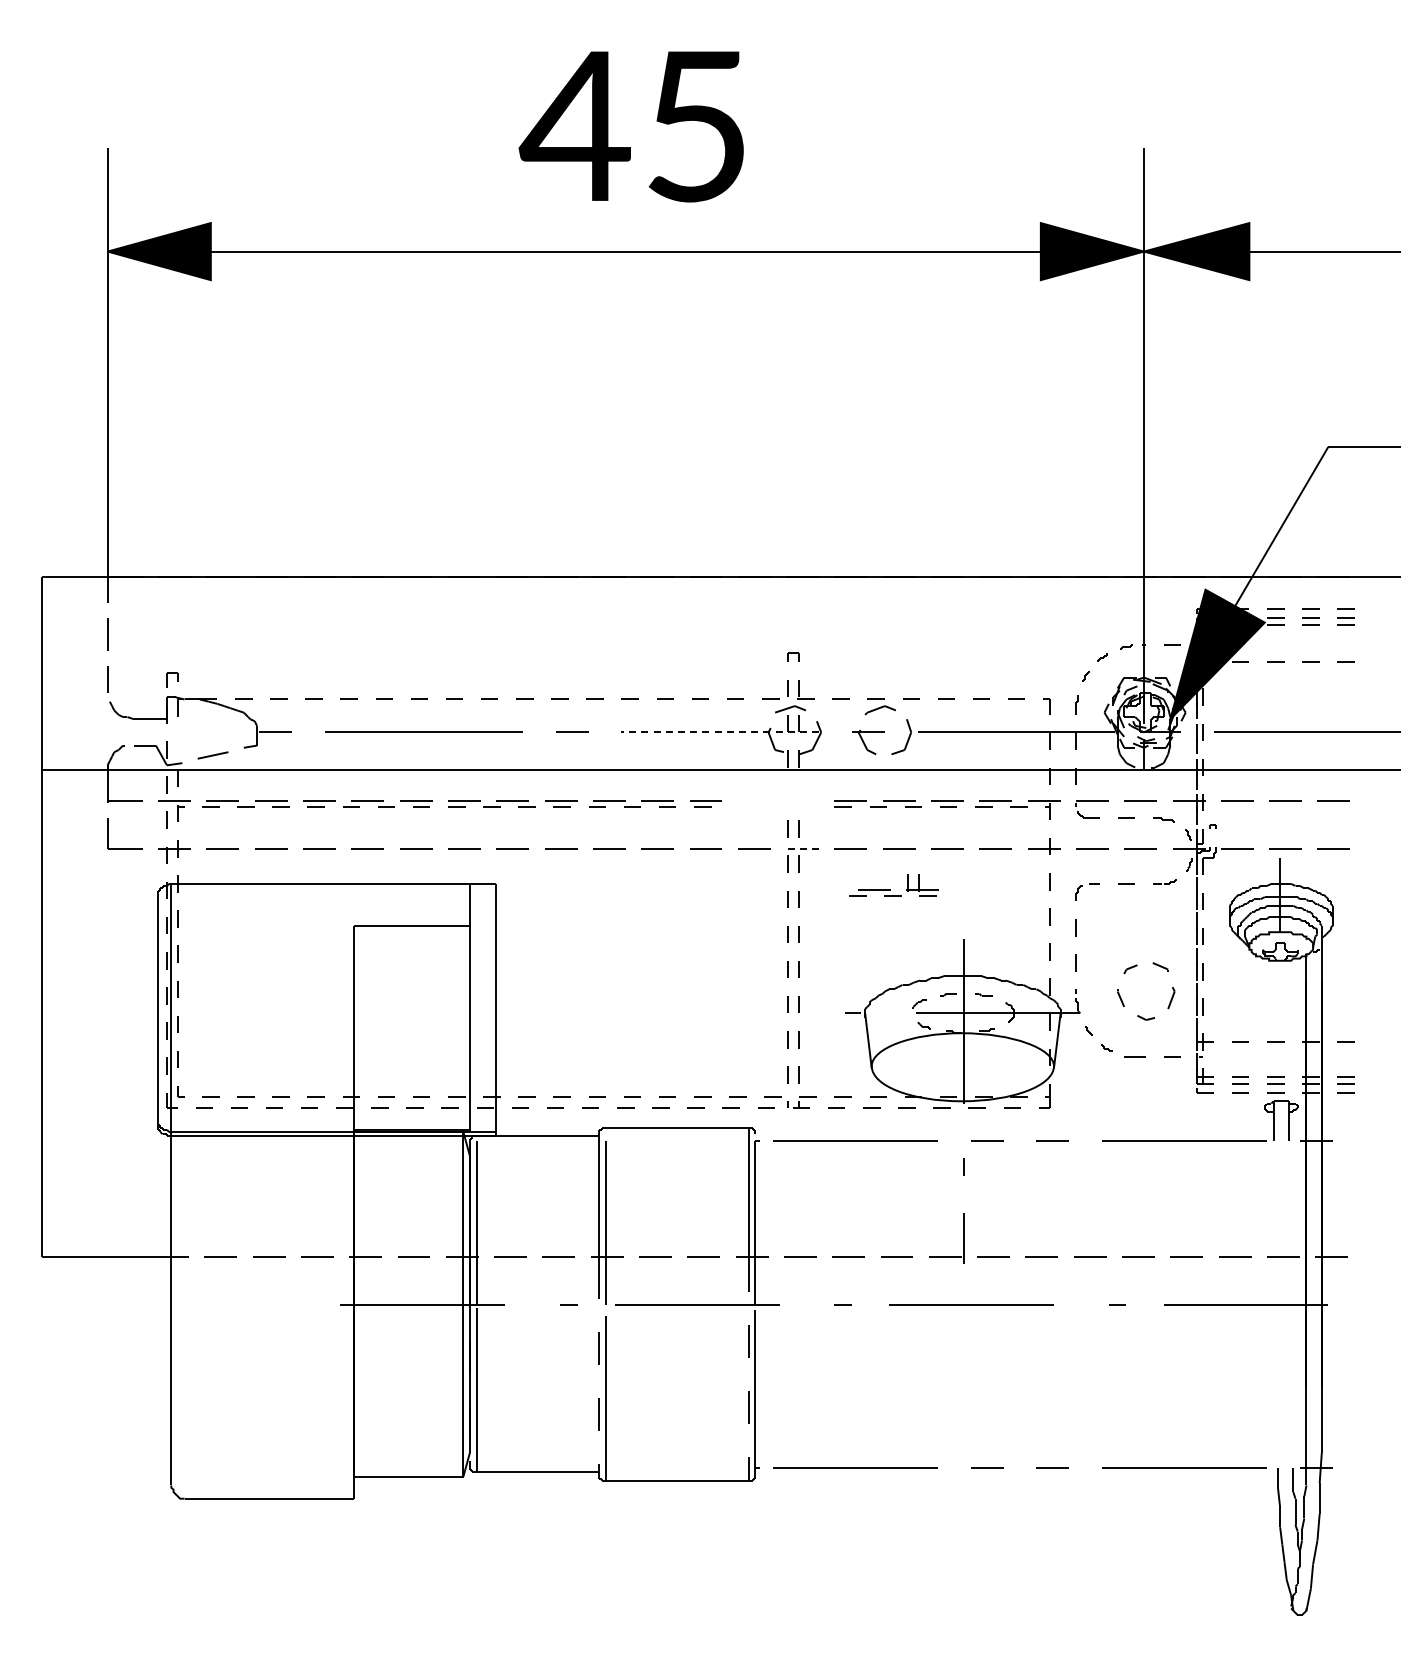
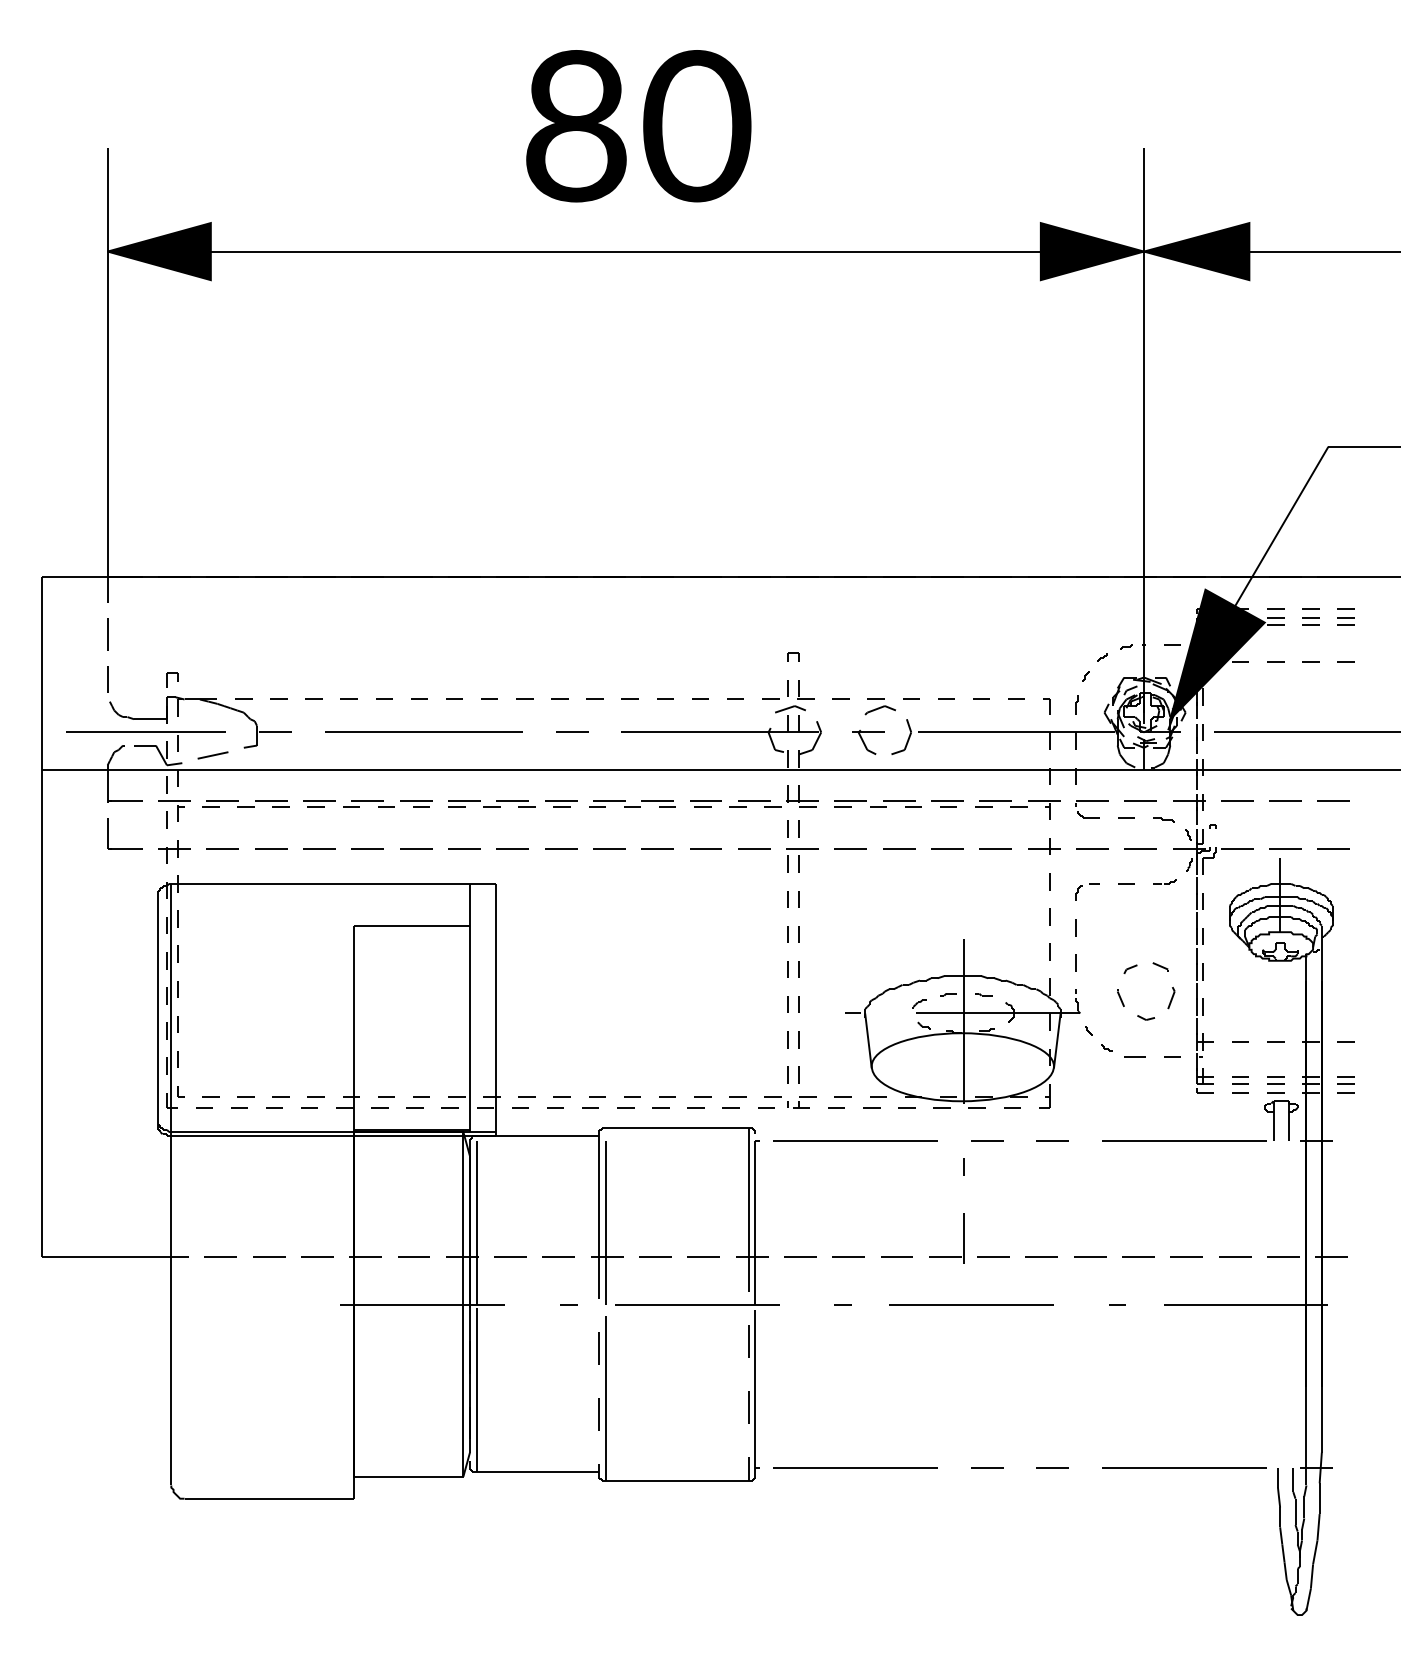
text at (634, 126): 45 -> 80
part at (145, 732): none -> present
line at (720, 732): dashed -> solid
line at (802, 848): dashed -> solid
part at (893, 885) position: (893, 885) -> (773, 796)
